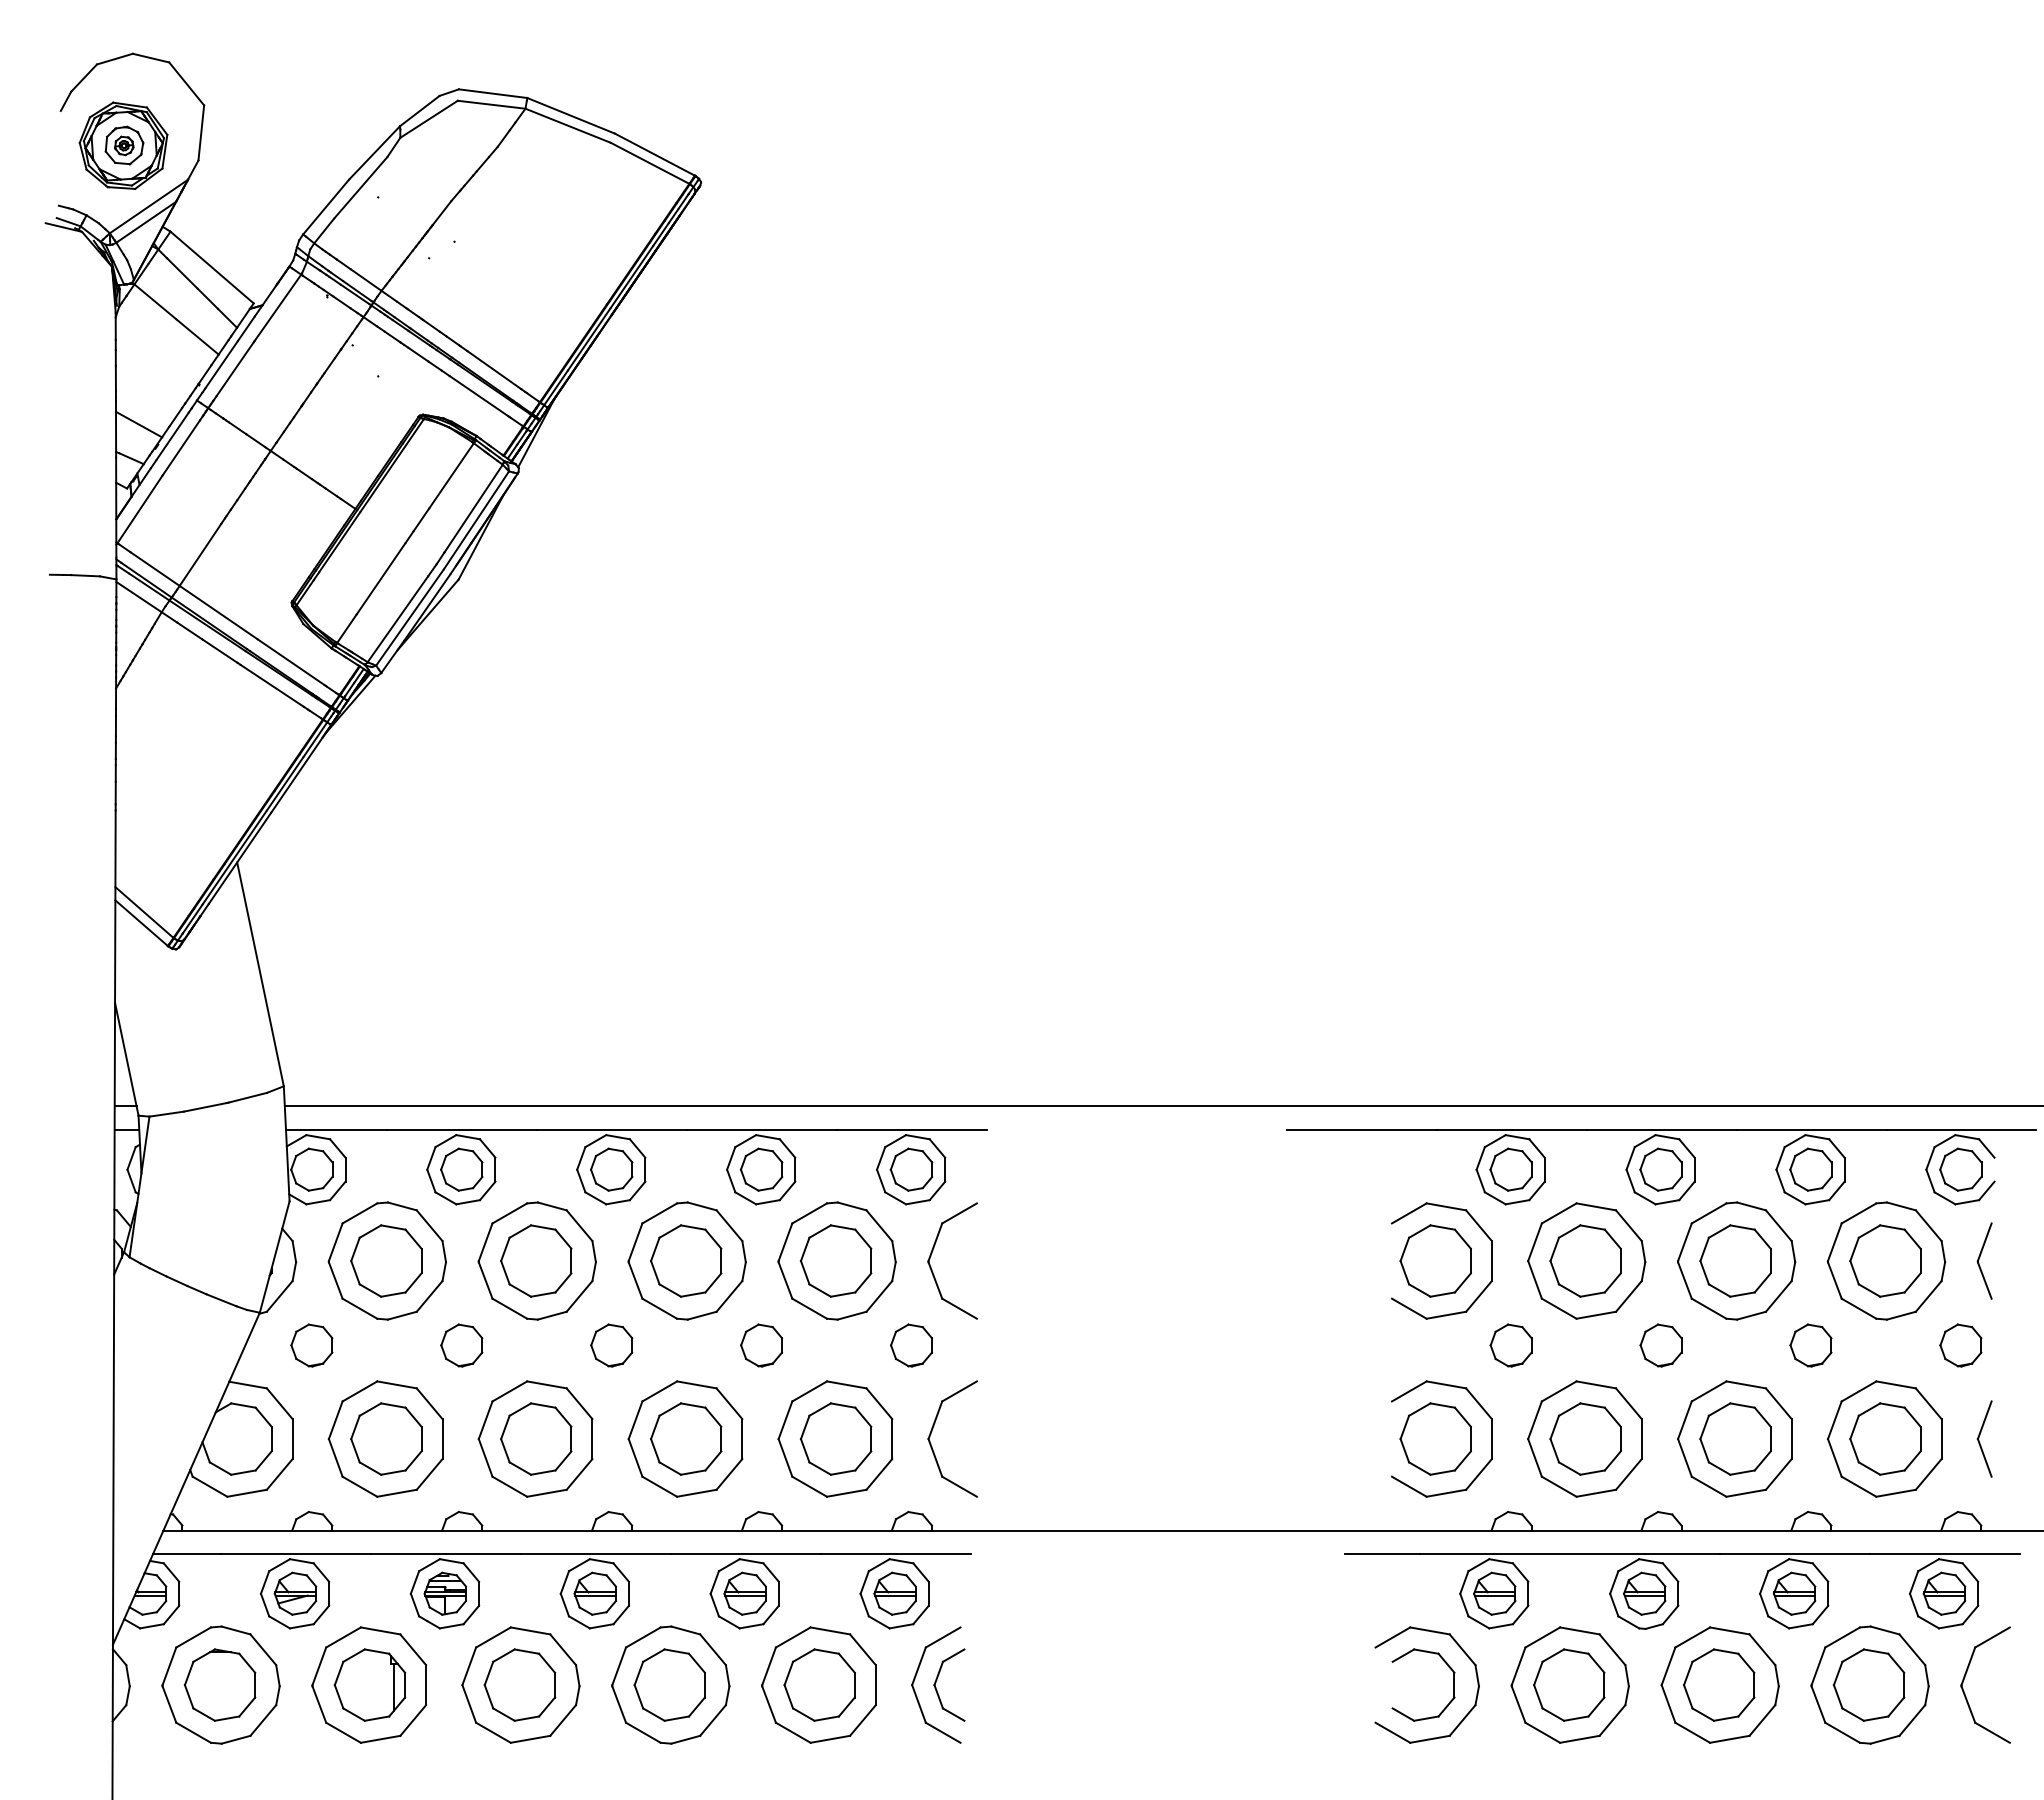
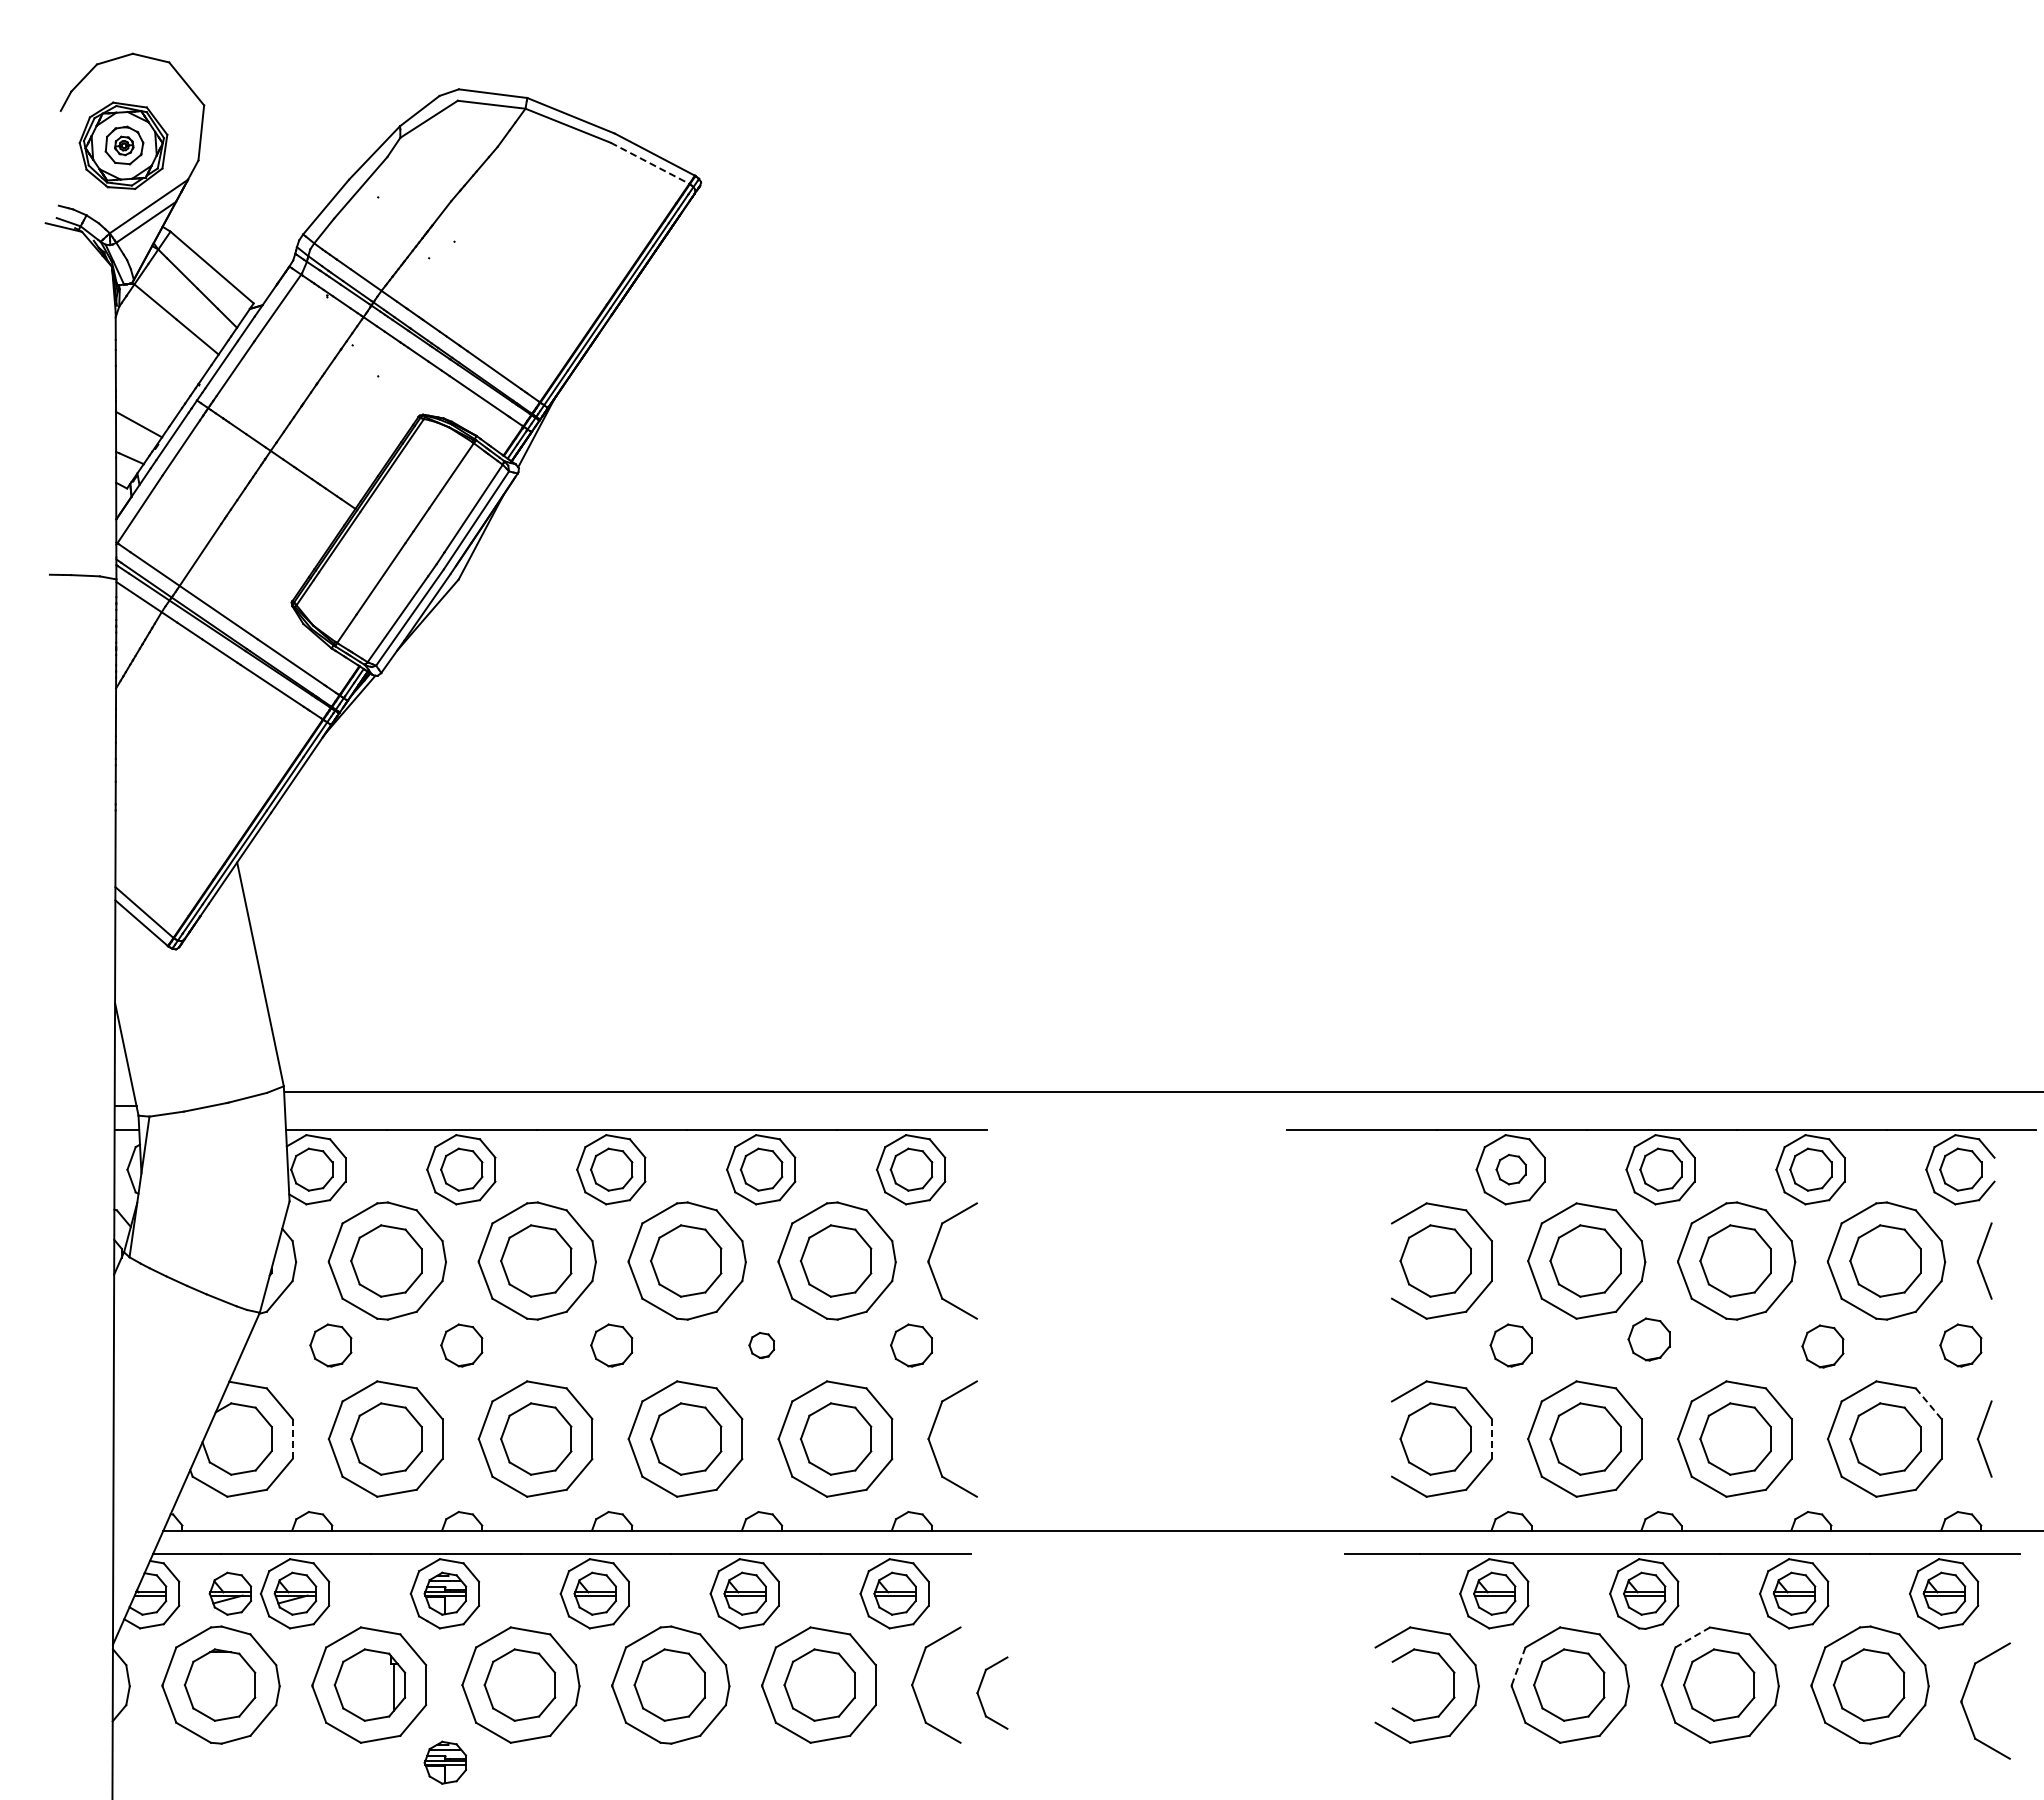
line at (650, 163): solid -> dashed
line at (1162, 1106) position: (1162, 1106) -> (1162, 1092)
part at (1510, 1169) size: 44x45 px -> 32x32 px
part at (311, 1345) position: (311, 1345) -> (330, 1345)
part at (761, 1345) size: 44x45 px -> 28x27 px
part at (1660, 1345) position: (1660, 1345) -> (1648, 1339)
part at (1810, 1345) position: (1810, 1345) -> (1822, 1346)
line at (1929, 1404): solid -> dashed
line at (292, 1438): solid -> dashed
line at (1491, 1438): solid -> dashed
part at (230, 1593): none -> present
line at (1692, 1637): solid -> dashed
line at (1518, 1666): solid -> dashed
part at (1965, 1677) position: (1965, 1677) -> (1965, 1693)
part at (937, 1680) position: (937, 1680) -> (980, 1688)
part at (445, 1762): none -> present
